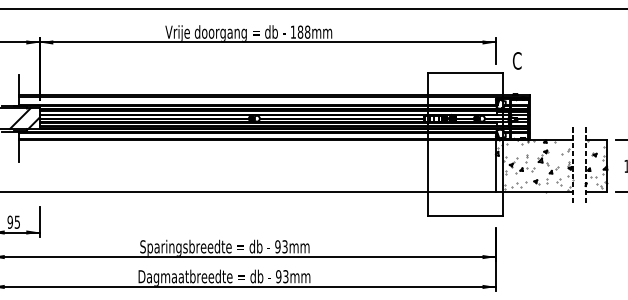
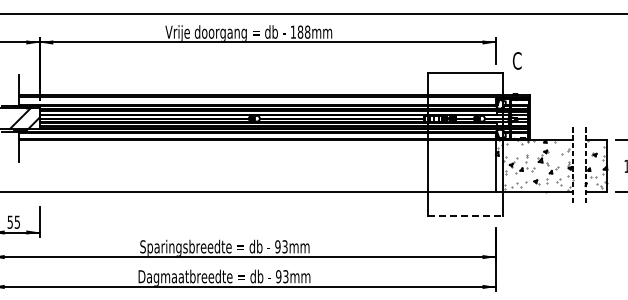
line at (313, 8) position: (313, 8) -> (313, 13)
line at (465, 216): solid -> dashed
text at (9, 221): 95 -> 55
